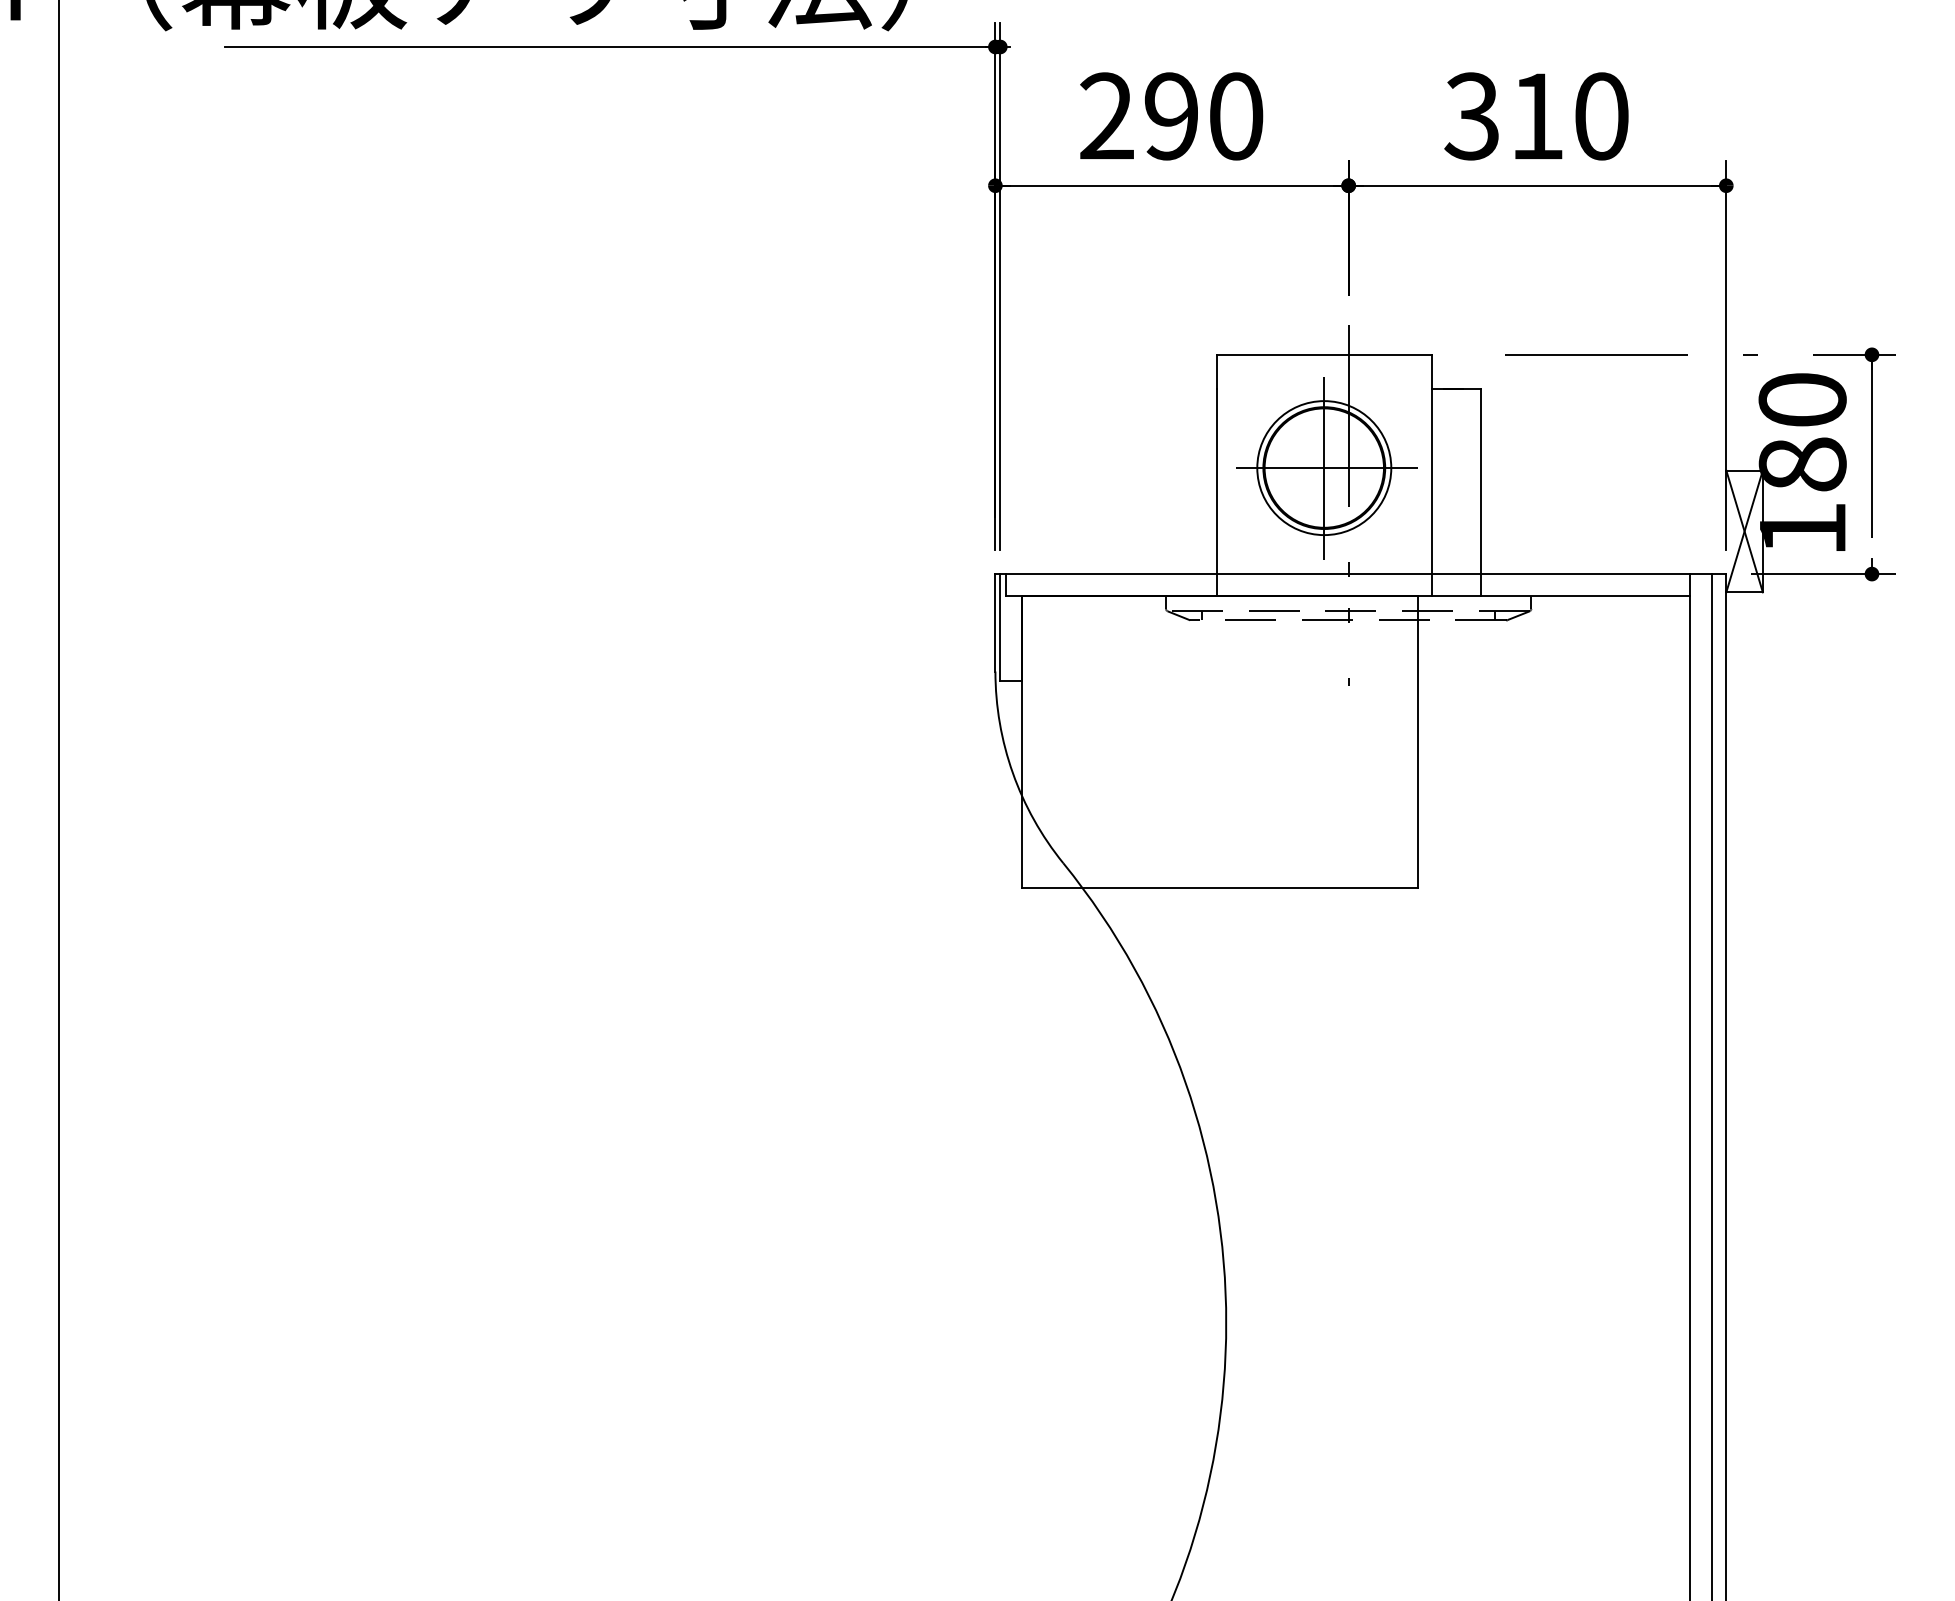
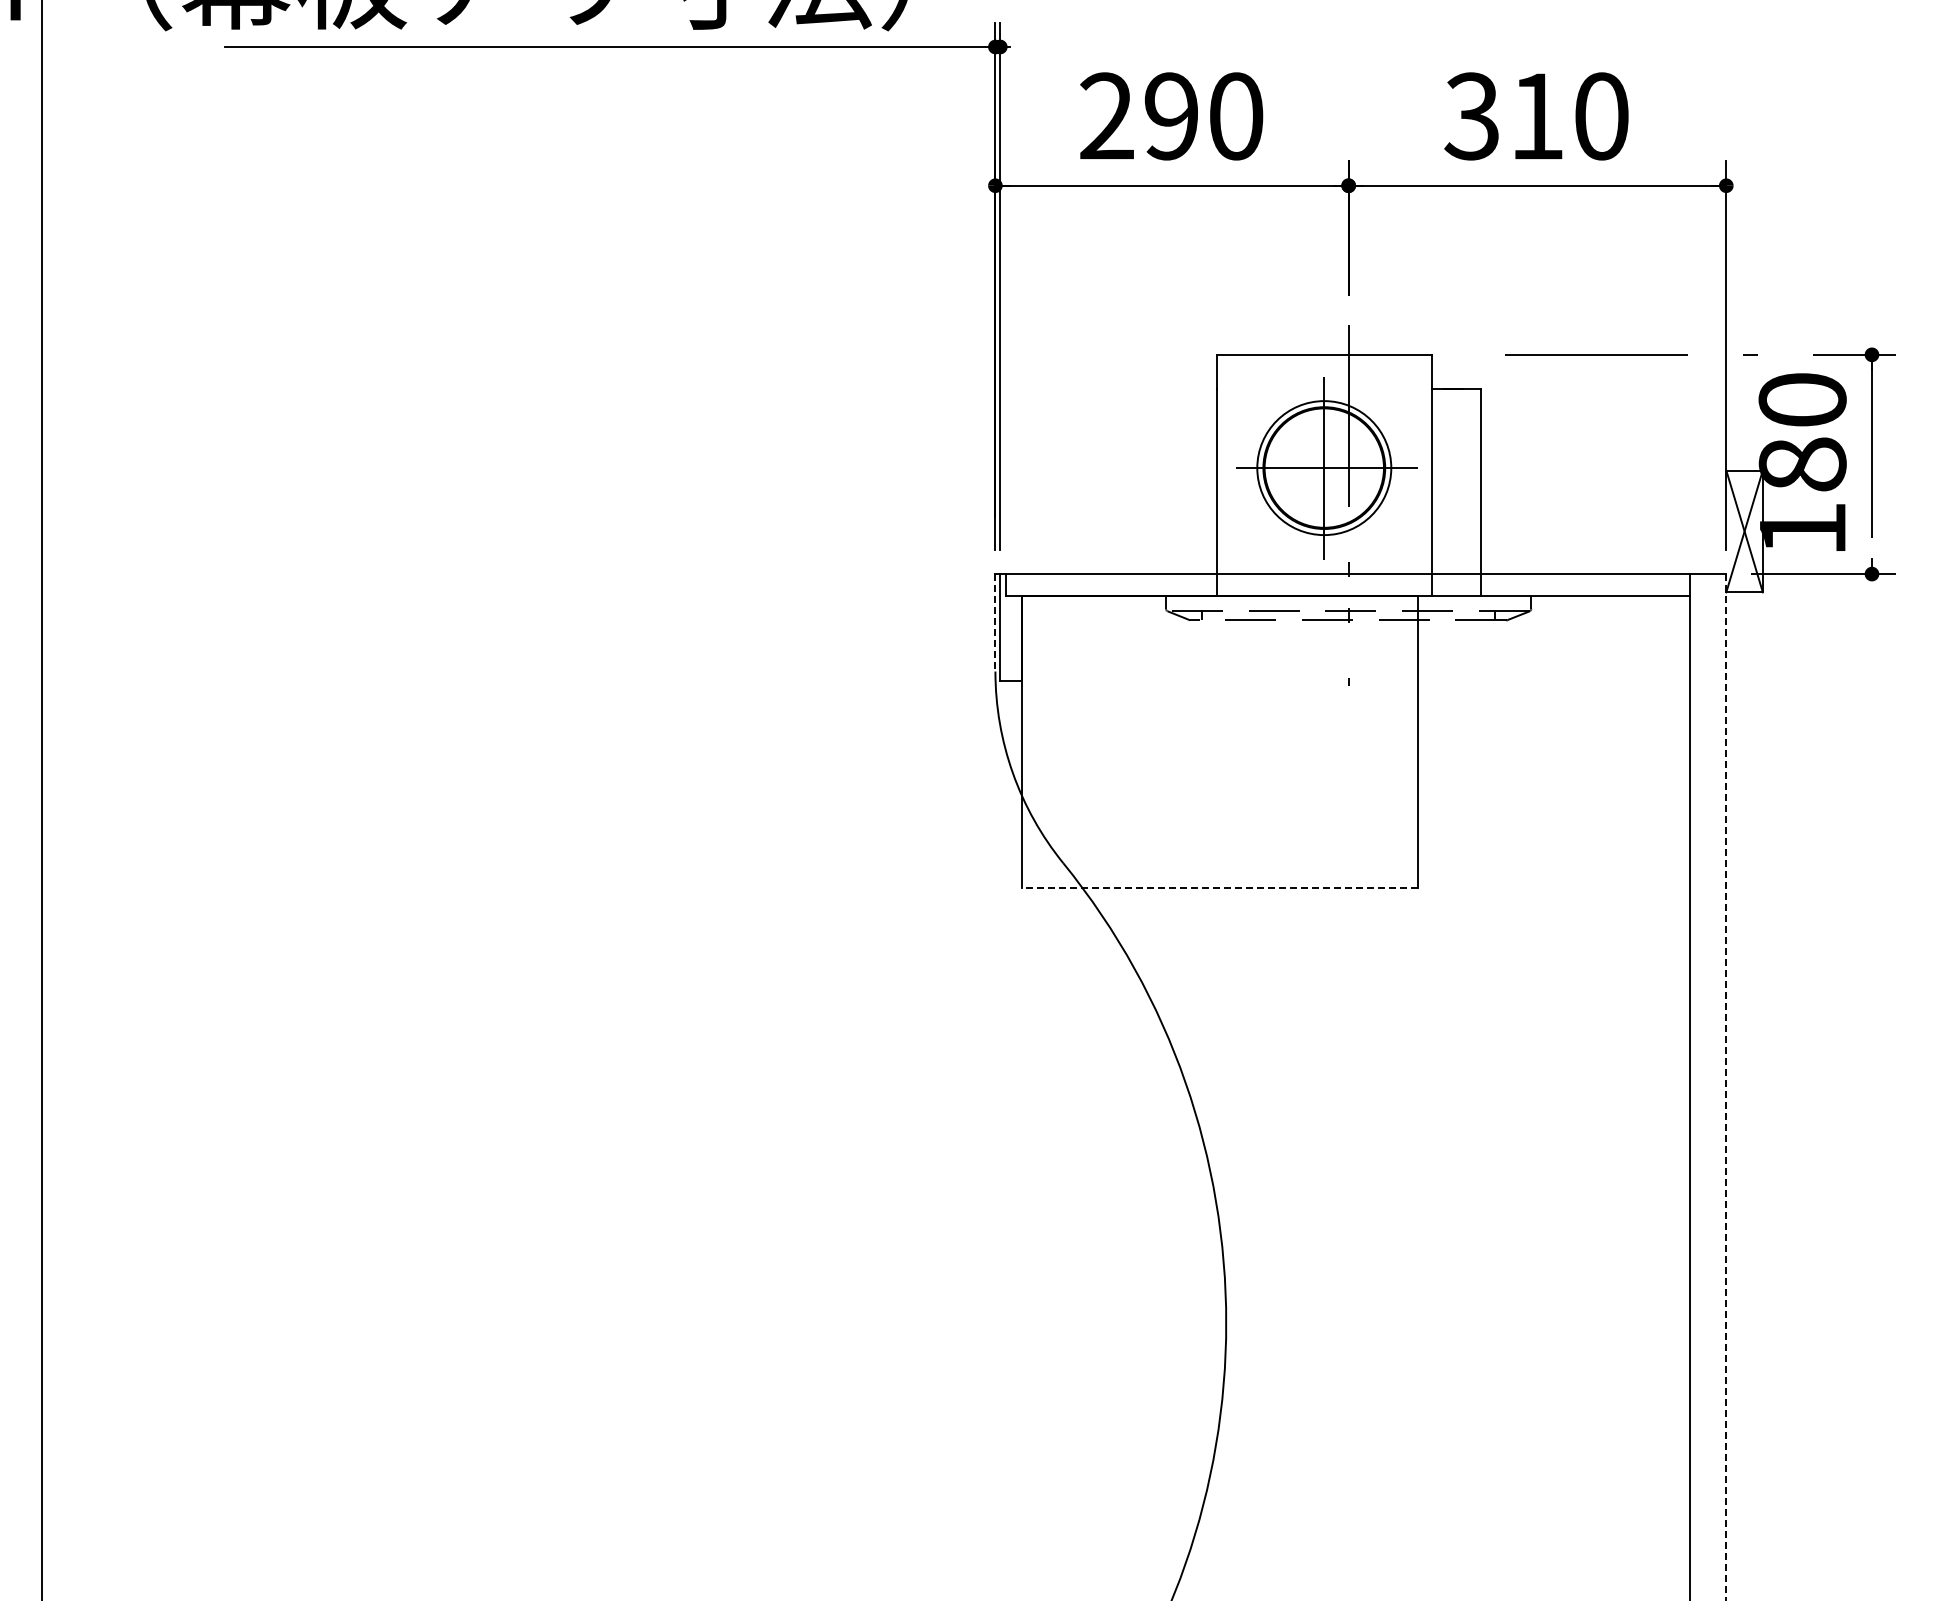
line at (995, 622): solid -> dashed
line at (58, 799) position: (58, 799) -> (41, 799)
line at (1220, 888): solid -> dashed
line at (1711, 1085): present -> none
line at (1726, 1087): solid -> dashed
